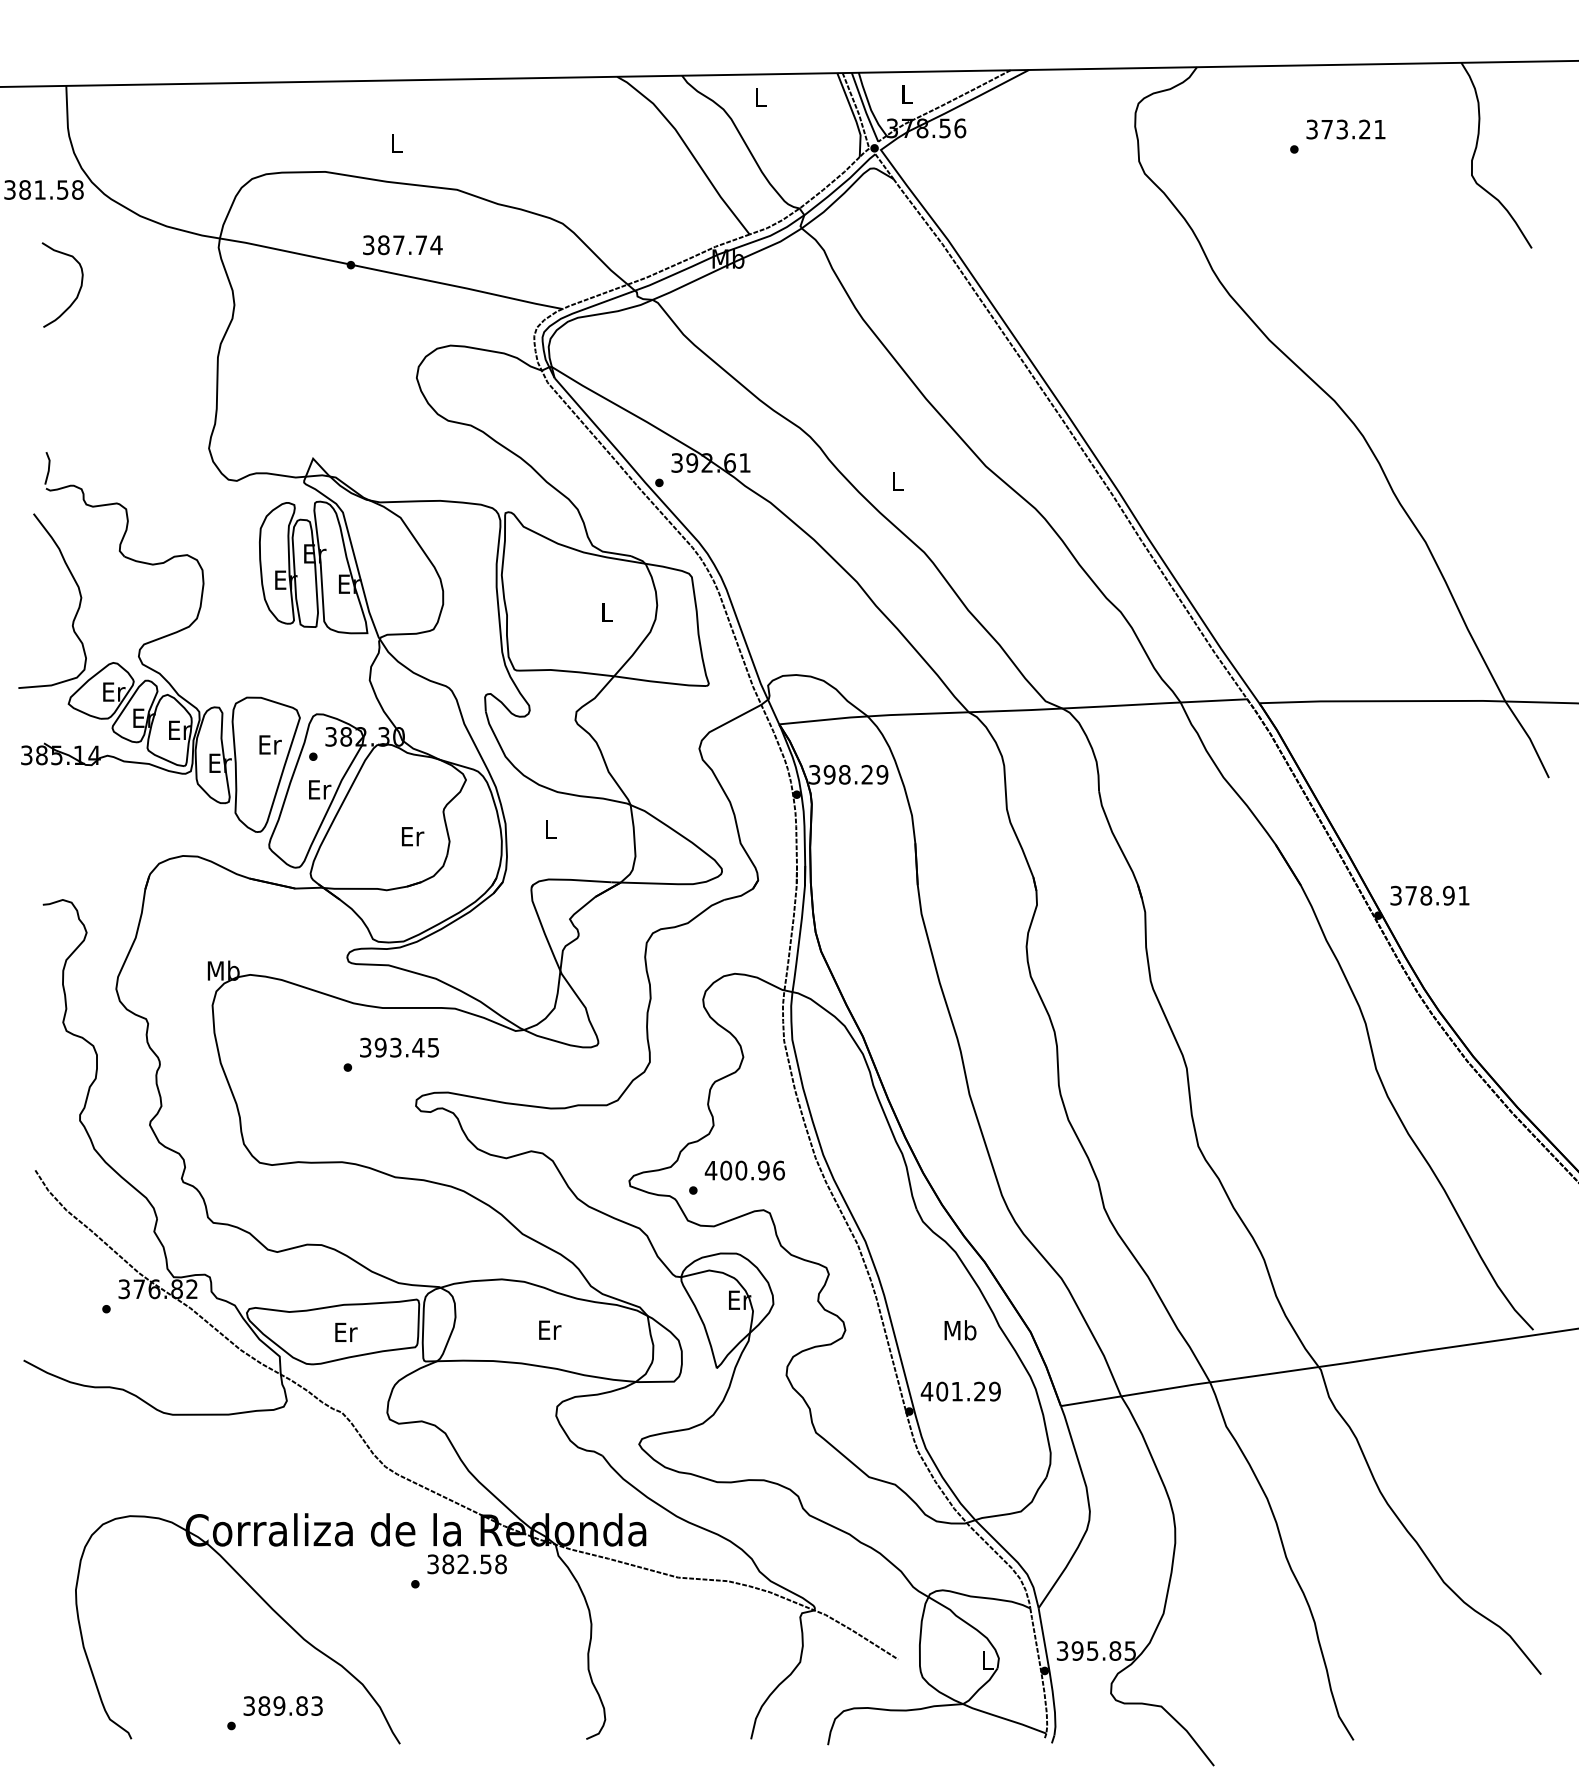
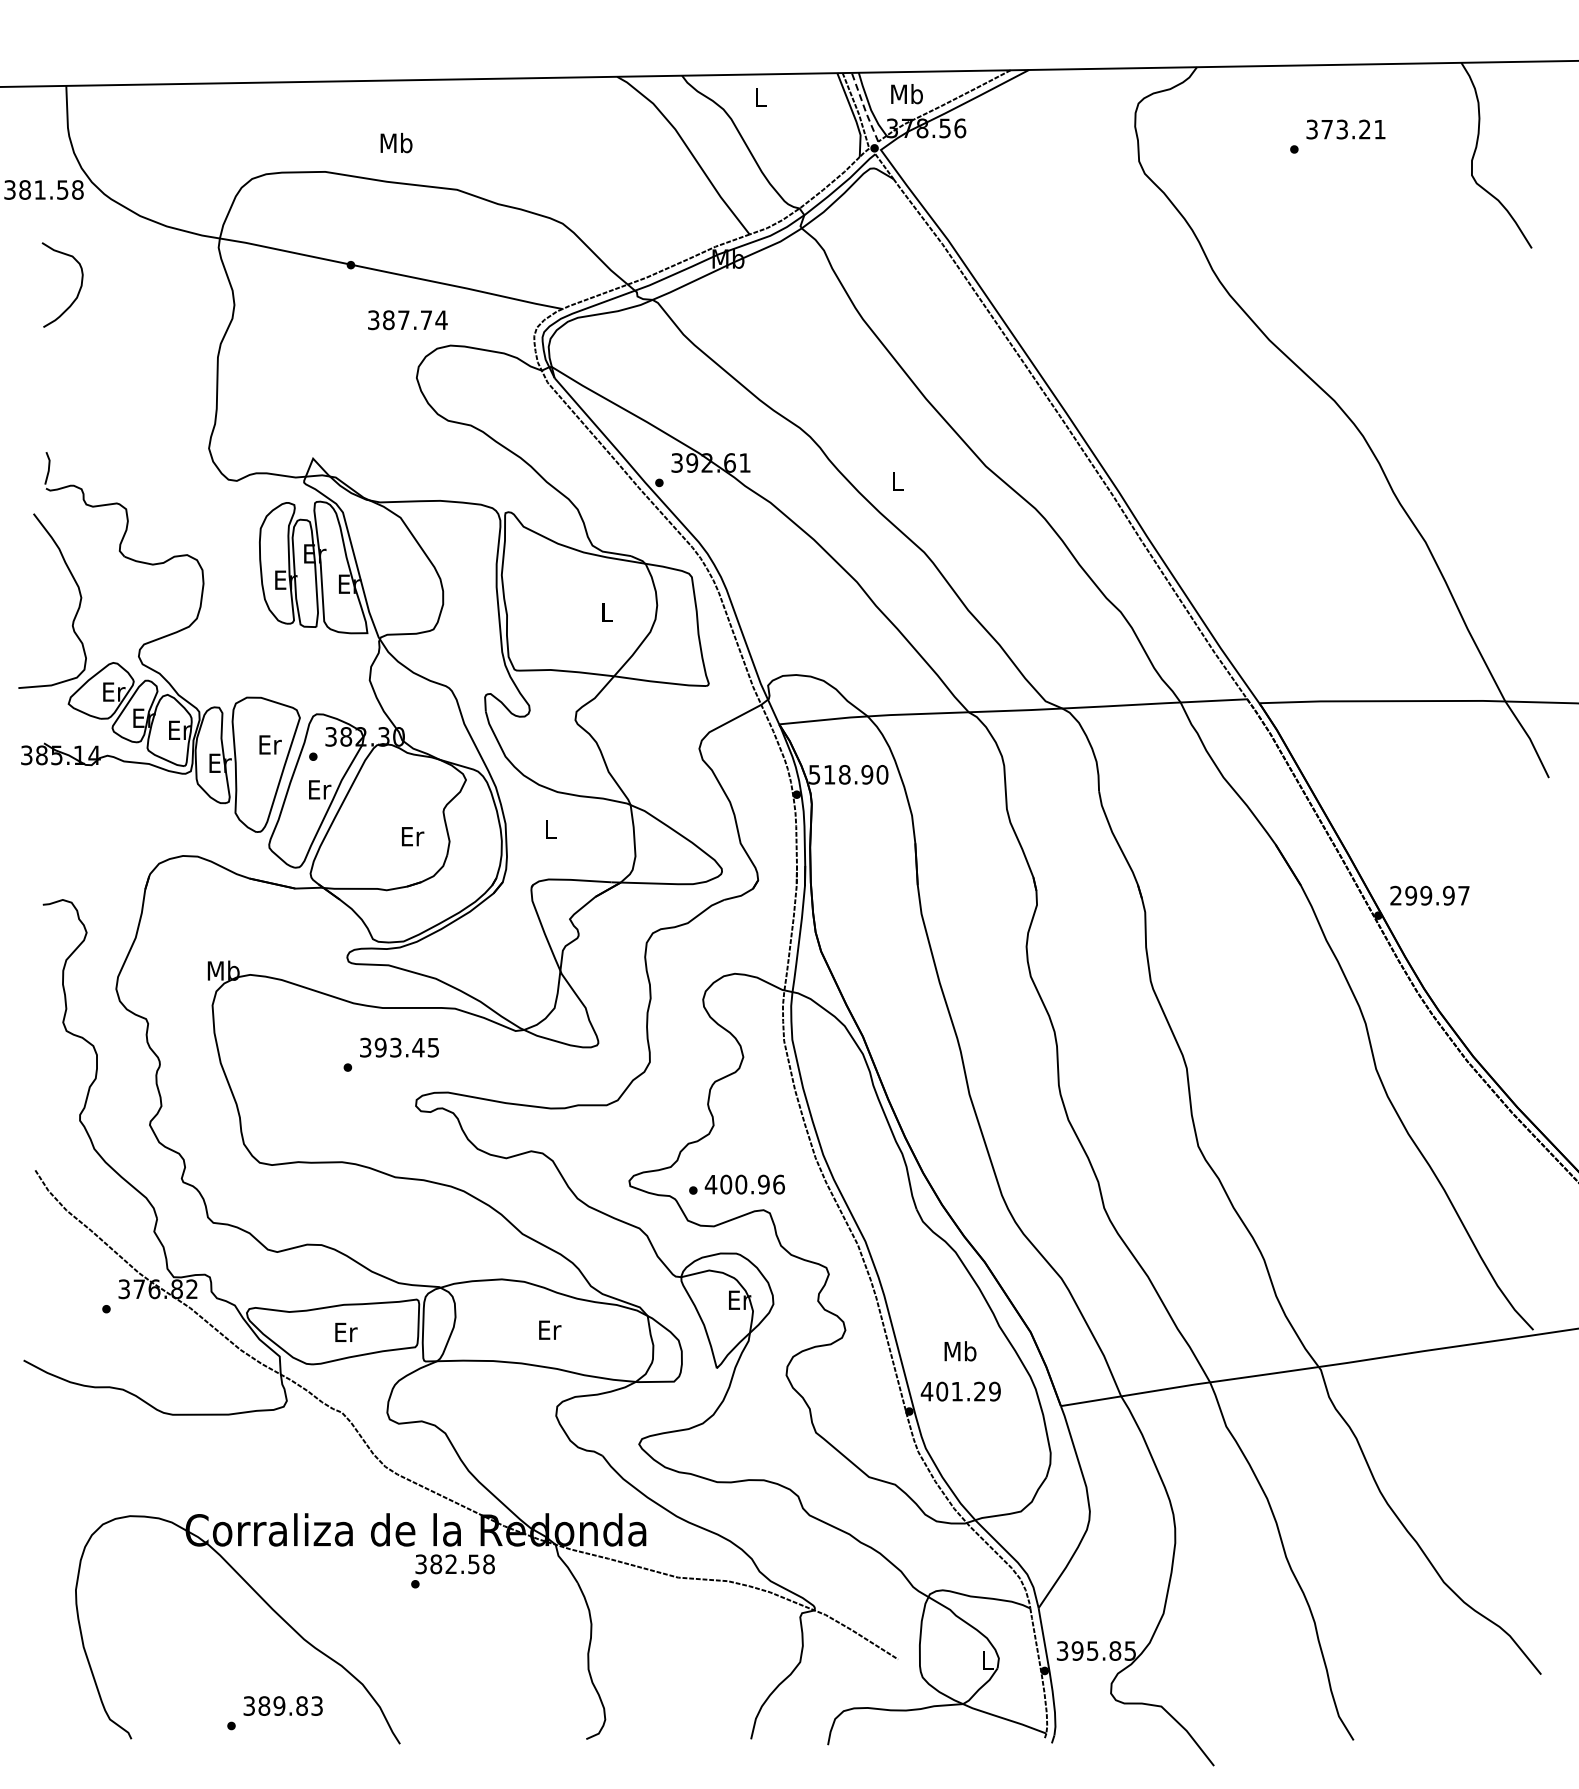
text at (906, 94): L -> Mb
line at (864, 107): solid -> dashed
text at (396, 142): L -> Mb
text at (402, 245) position: (402, 245) -> (407, 320)
text at (848, 774): 398.29 -> 518.90
text at (1429, 895): 378.91 -> 299.97
text at (744, 1170) position: (744, 1170) -> (744, 1184)
text at (960, 1330) position: (960, 1330) -> (960, 1351)
text at (466, 1564) position: (466, 1564) -> (454, 1564)
